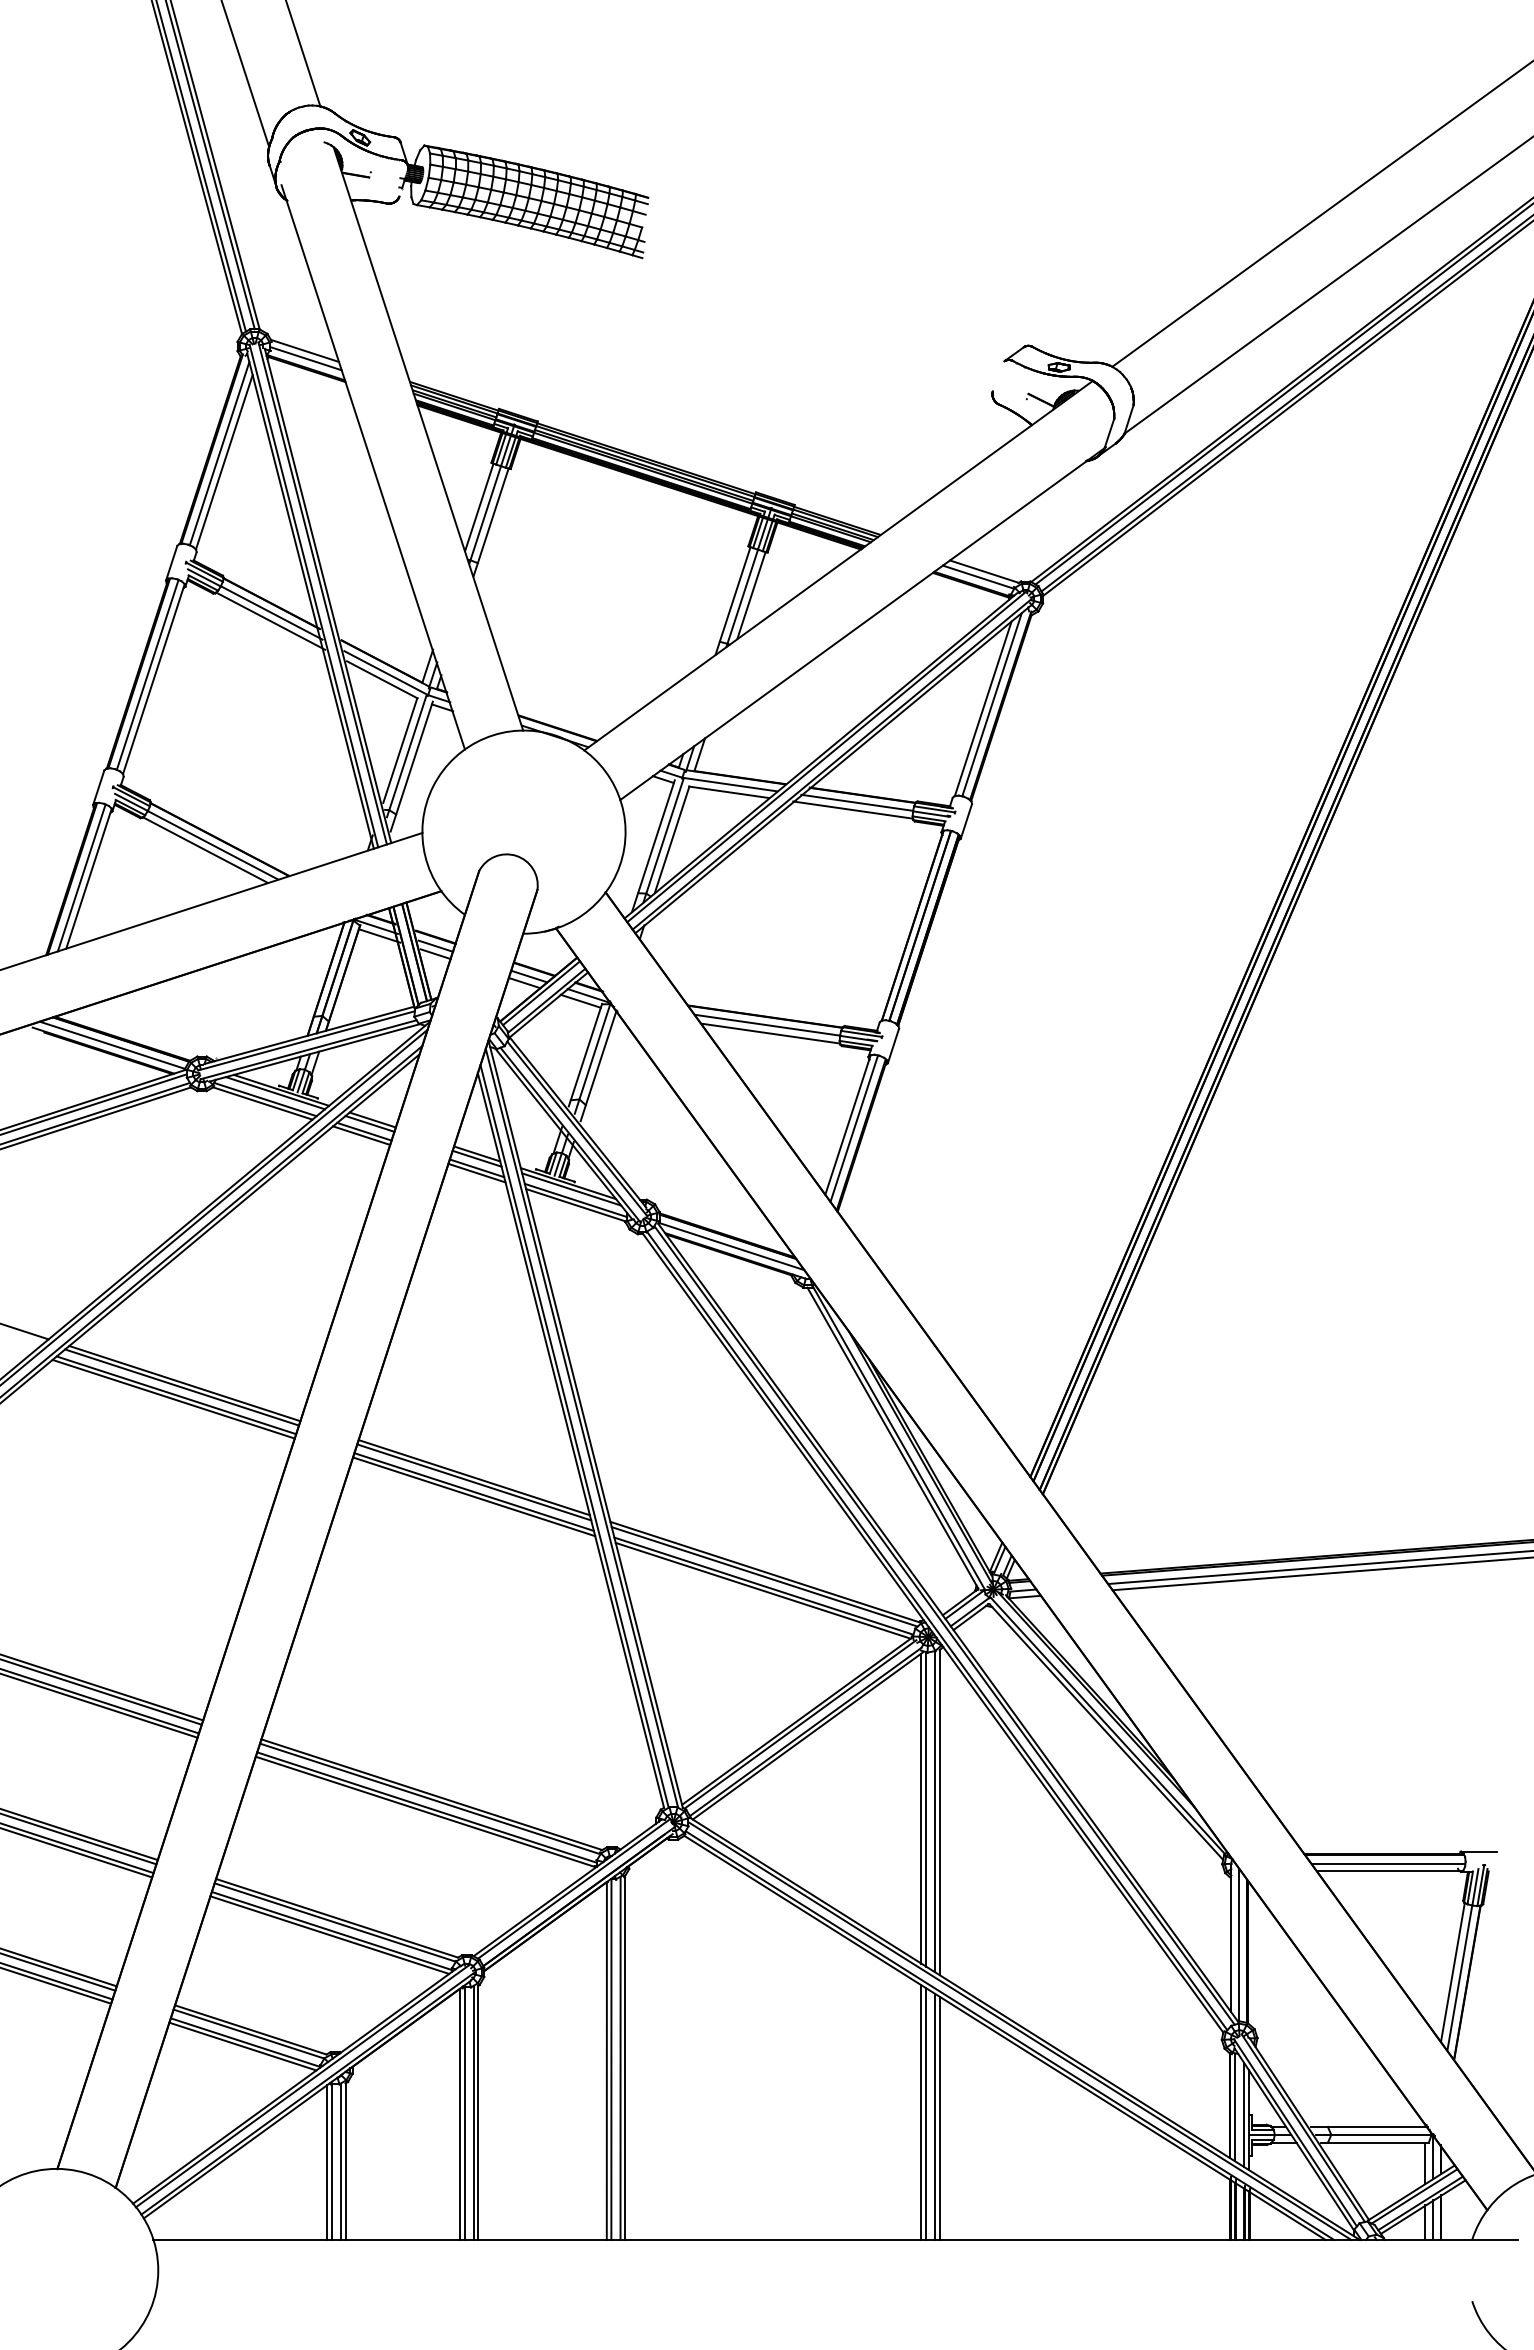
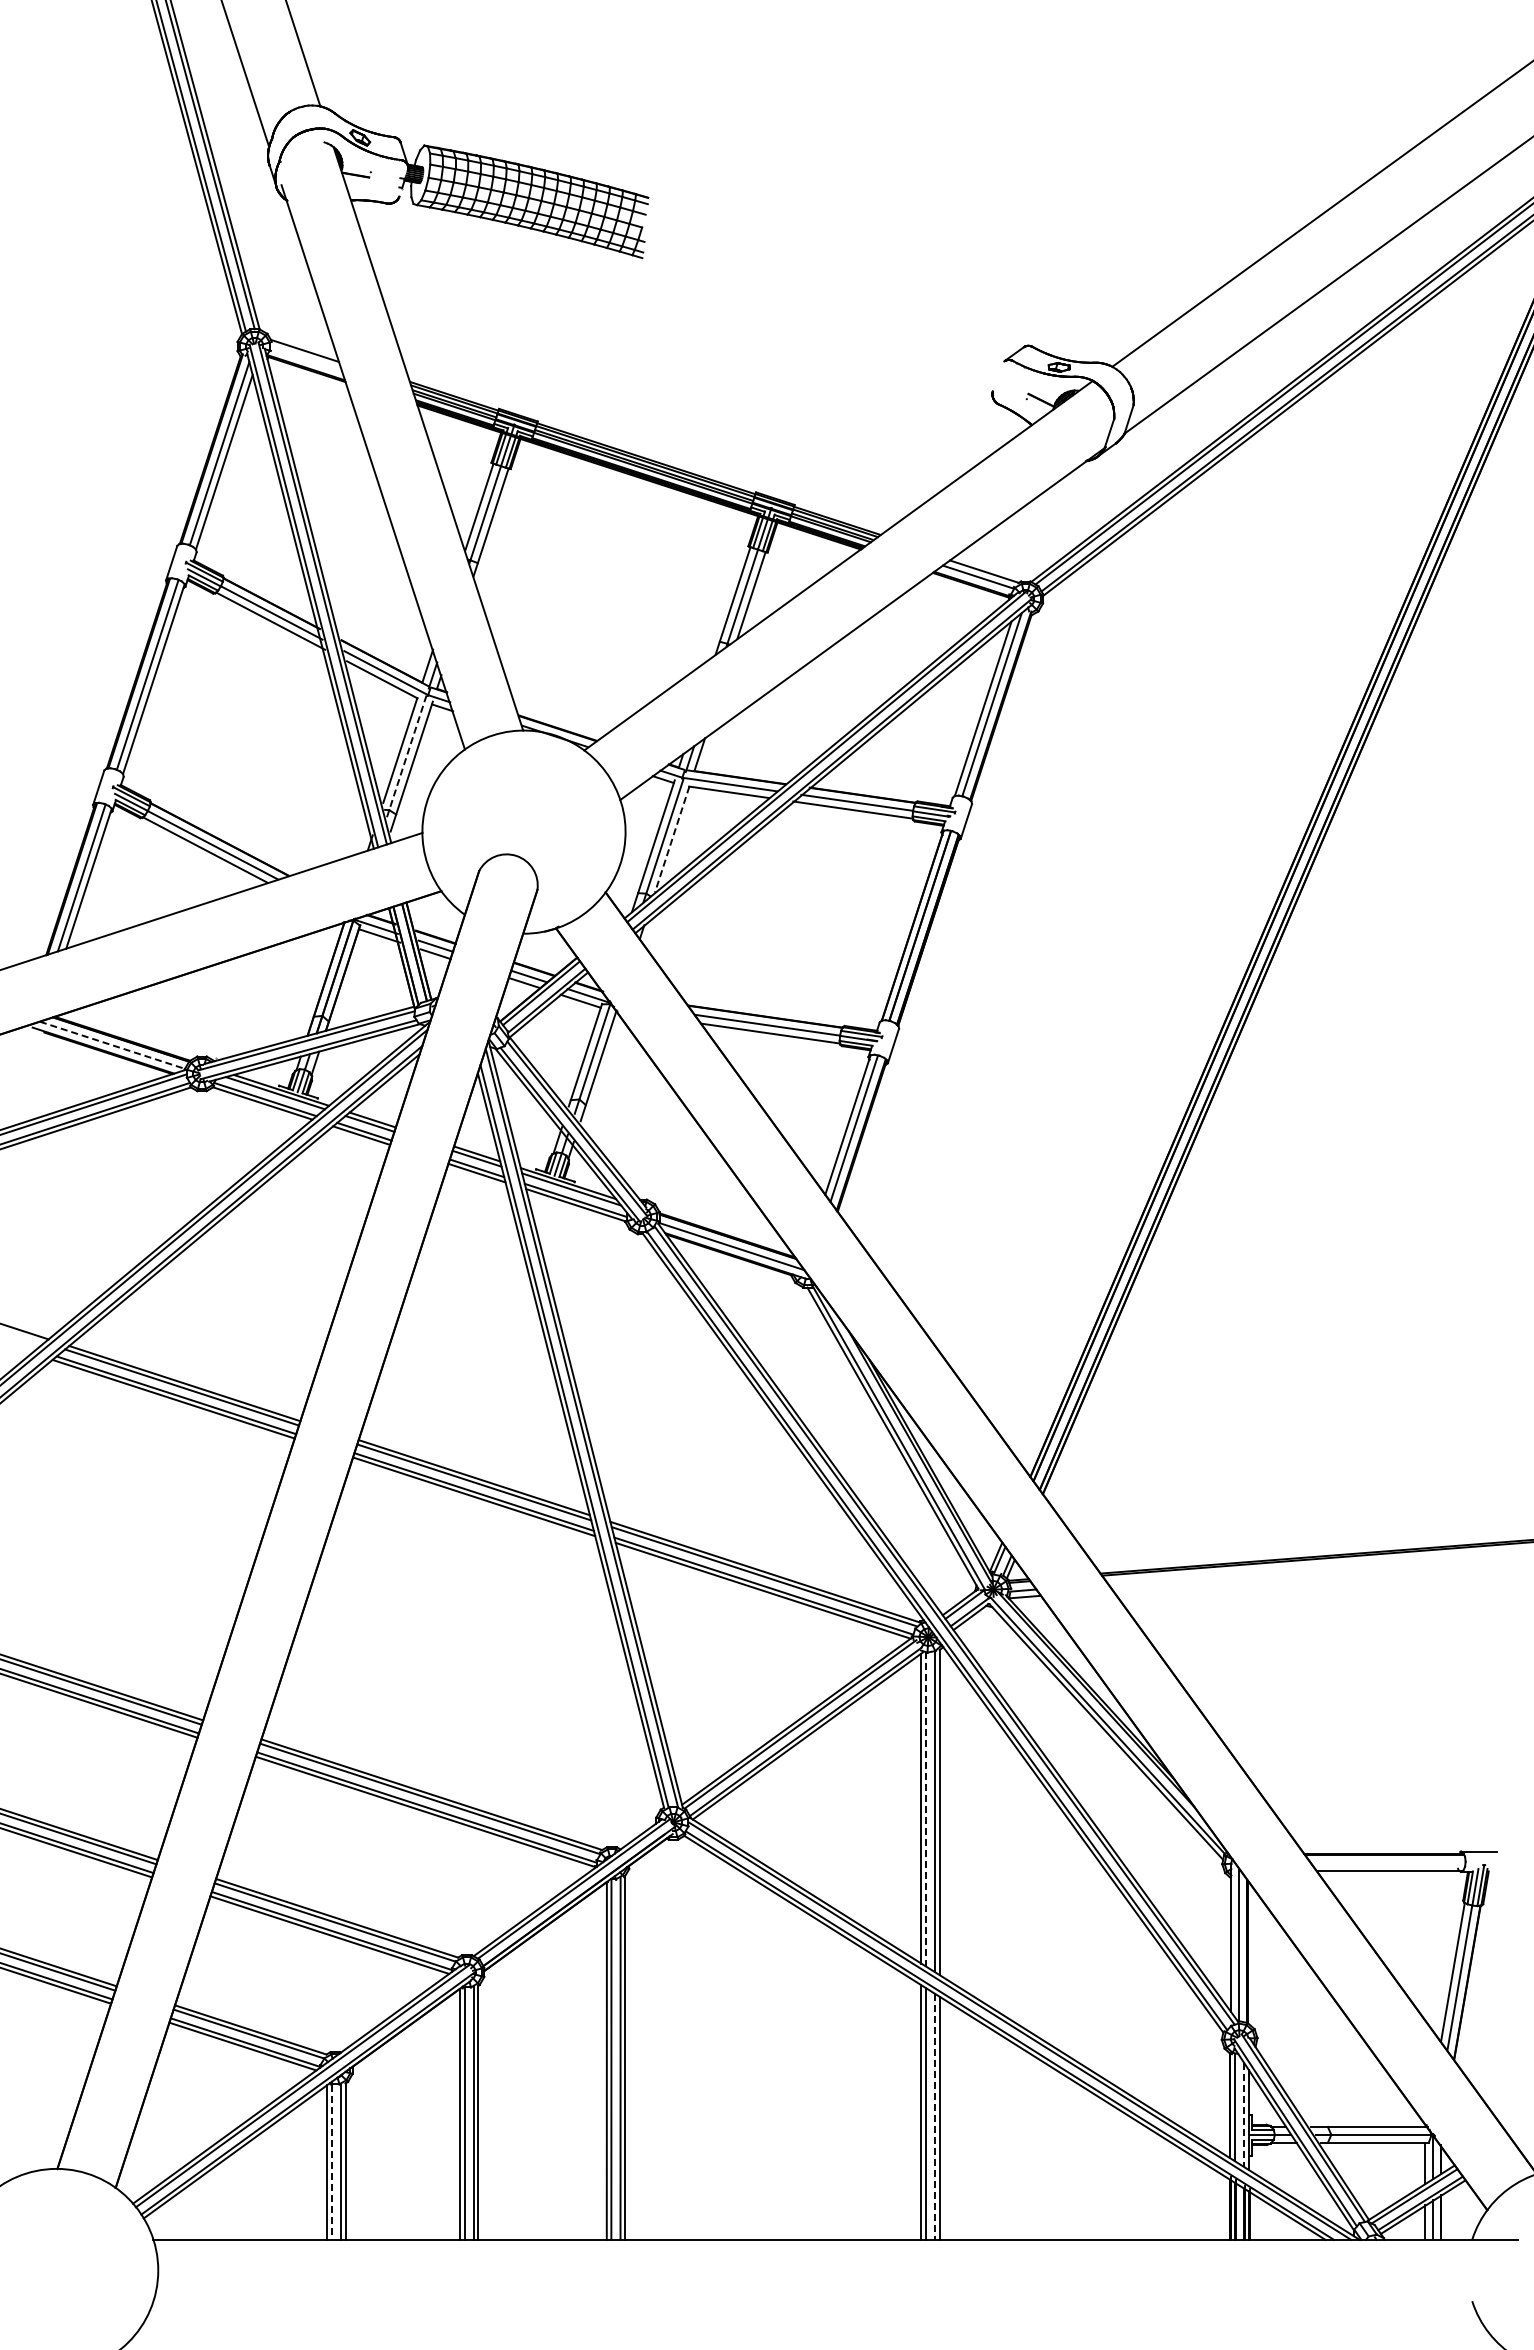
line at (305, 358): present -> none
line at (406, 755): solid -> dashed
line at (672, 839): solid -> dashed
line at (112, 1045): solid -> dashed
line at (1319, 1567): present -> none
line at (1321, 1573): present -> none
line at (926, 1808): solid -> dashed
line at (1388, 1864): present -> none
line at (1243, 2115): solid -> dashed
line at (935, 2117): solid -> dashed
line at (331, 2162): solid -> dashed
